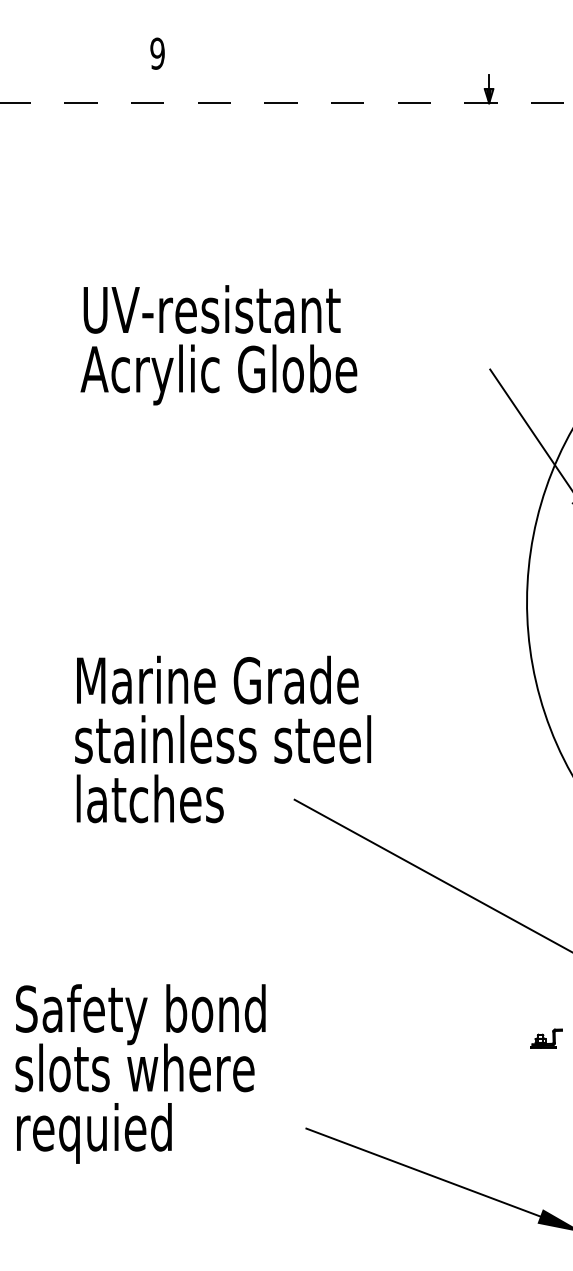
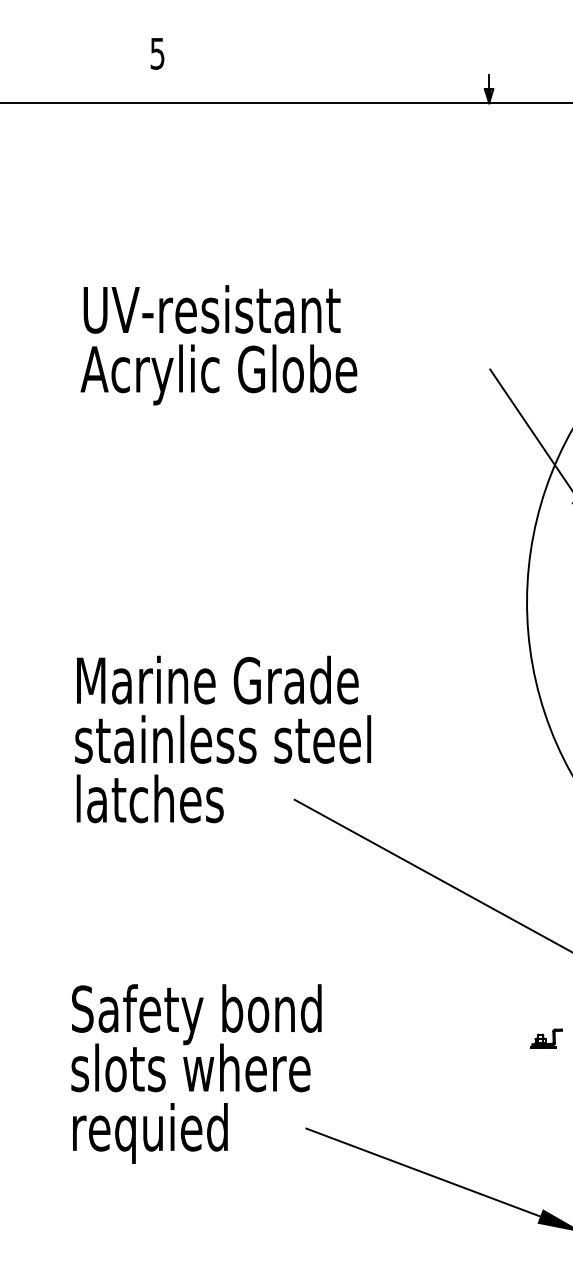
text at (157, 53): 9 -> 5
line at (286, 103): dashed -> solid
text at (140, 1073) position: (140, 1073) -> (196, 1073)
